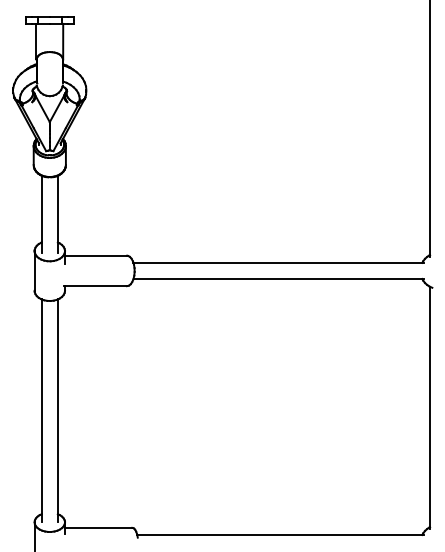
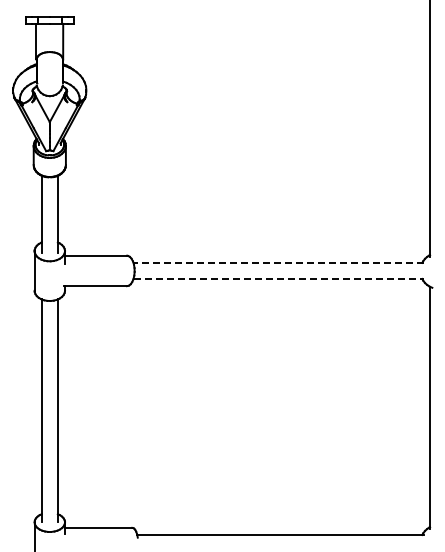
line at (278, 262): solid -> dashed
line at (279, 278): solid -> dashed
